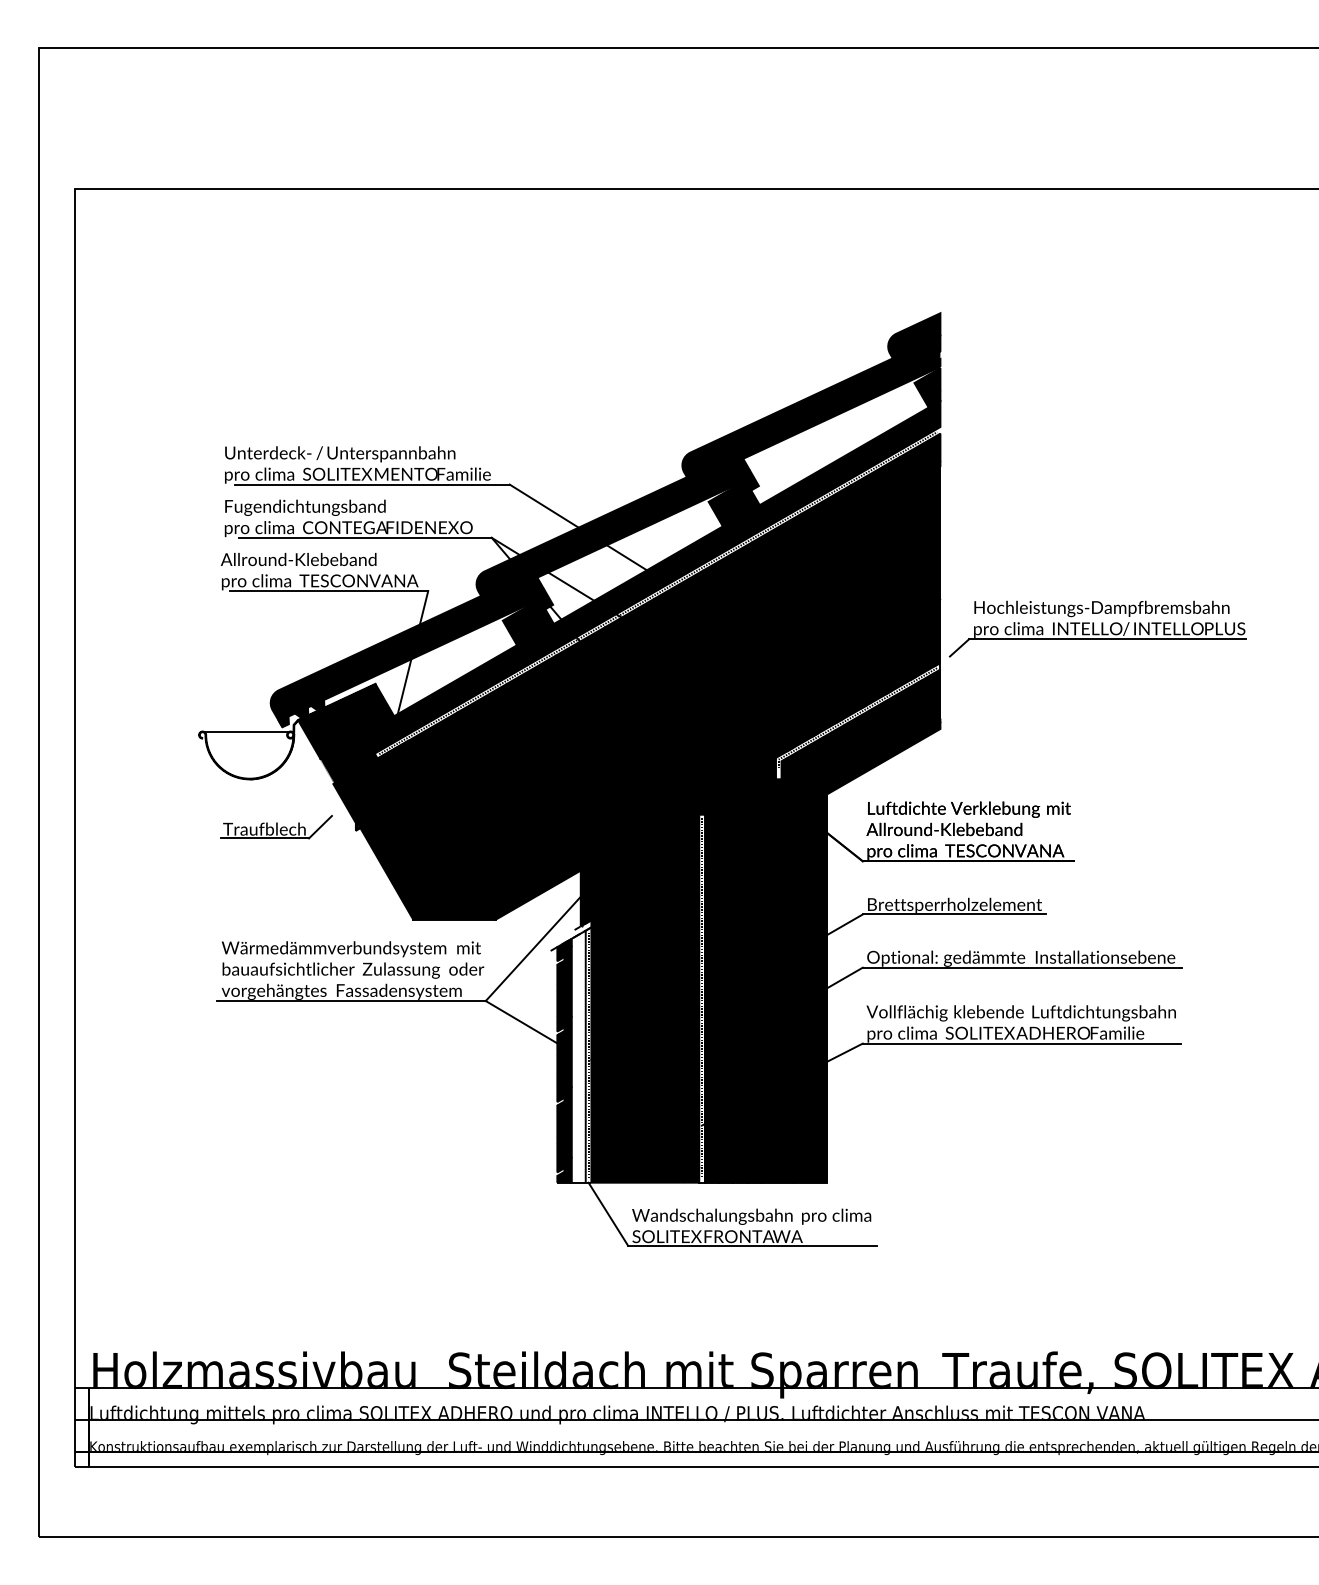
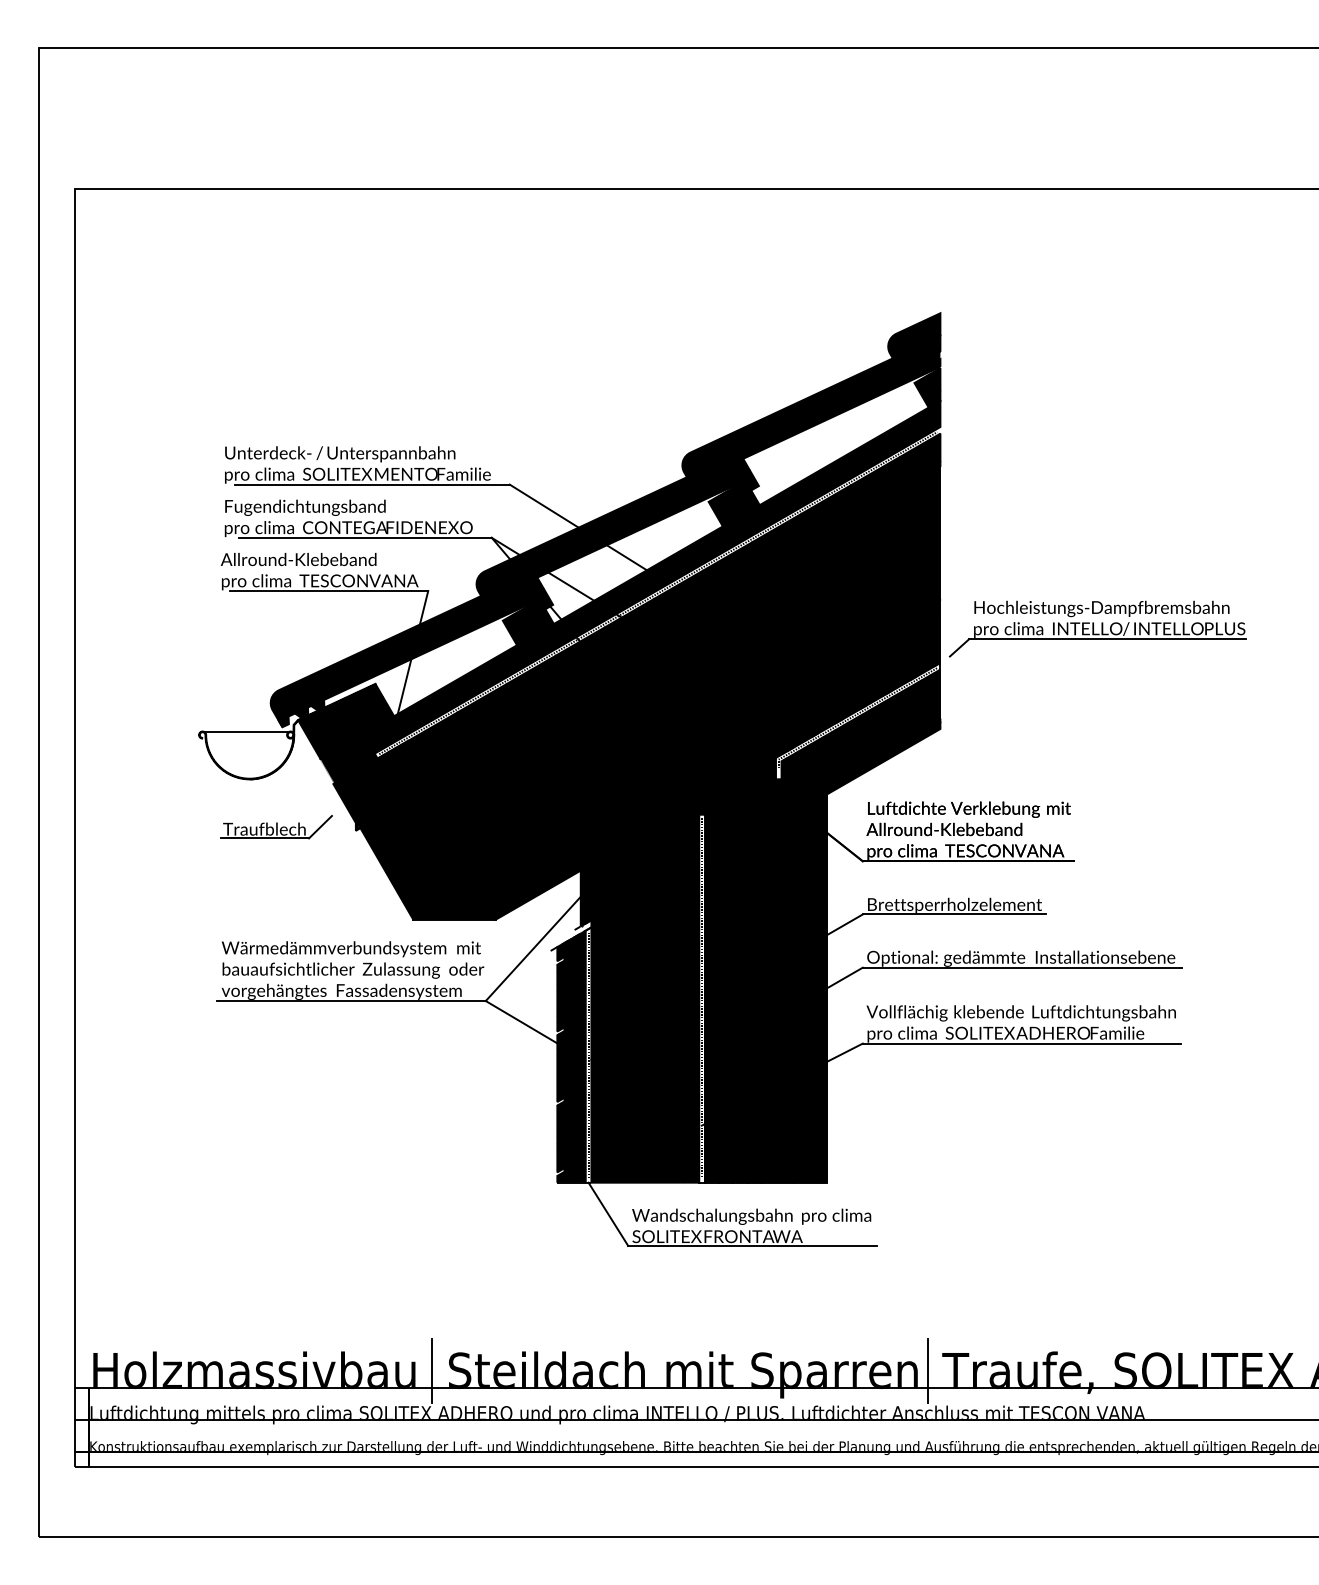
fill at (578, 1056): none -> present
line at (431, 1370): none -> present
line at (928, 1370): none -> present
